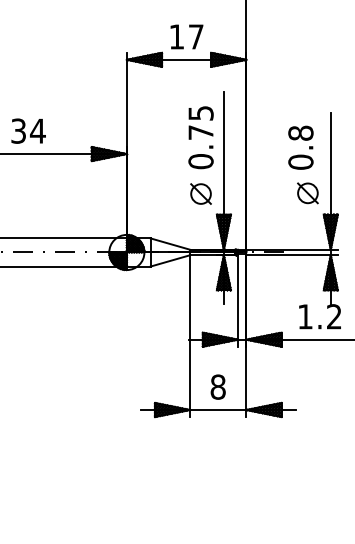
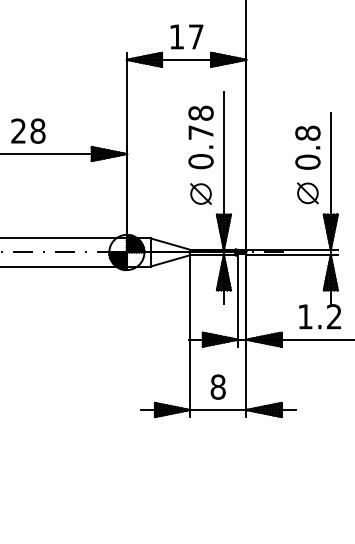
text at (200, 112): 0.75 -> 0.78
text at (28, 130): 34 -> 28
text at (300, 147) position: (300, 147) -> (307, 147)
